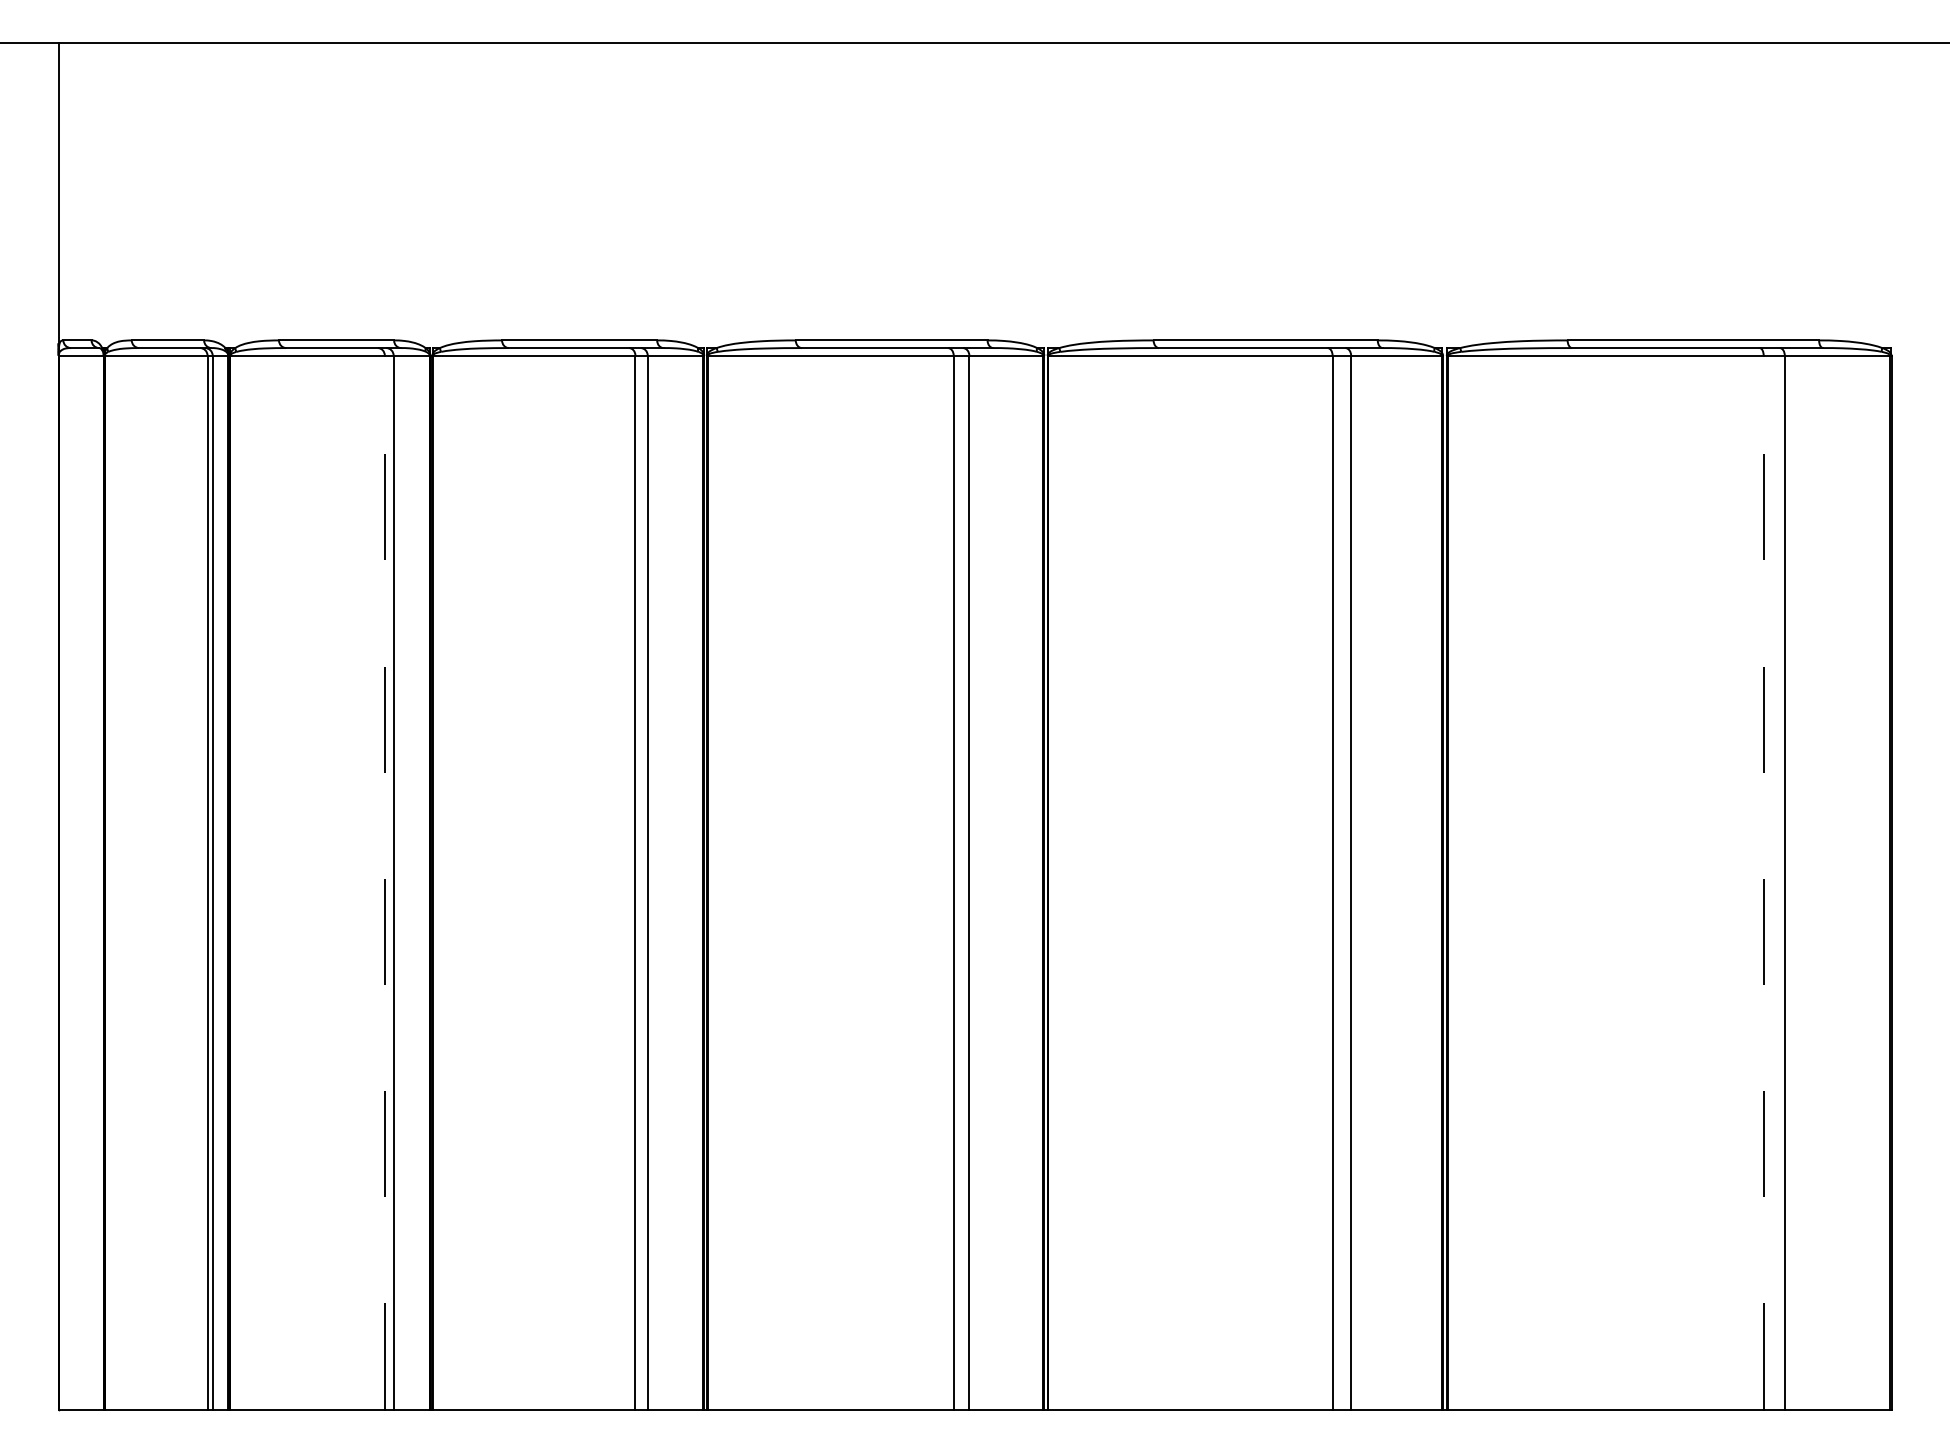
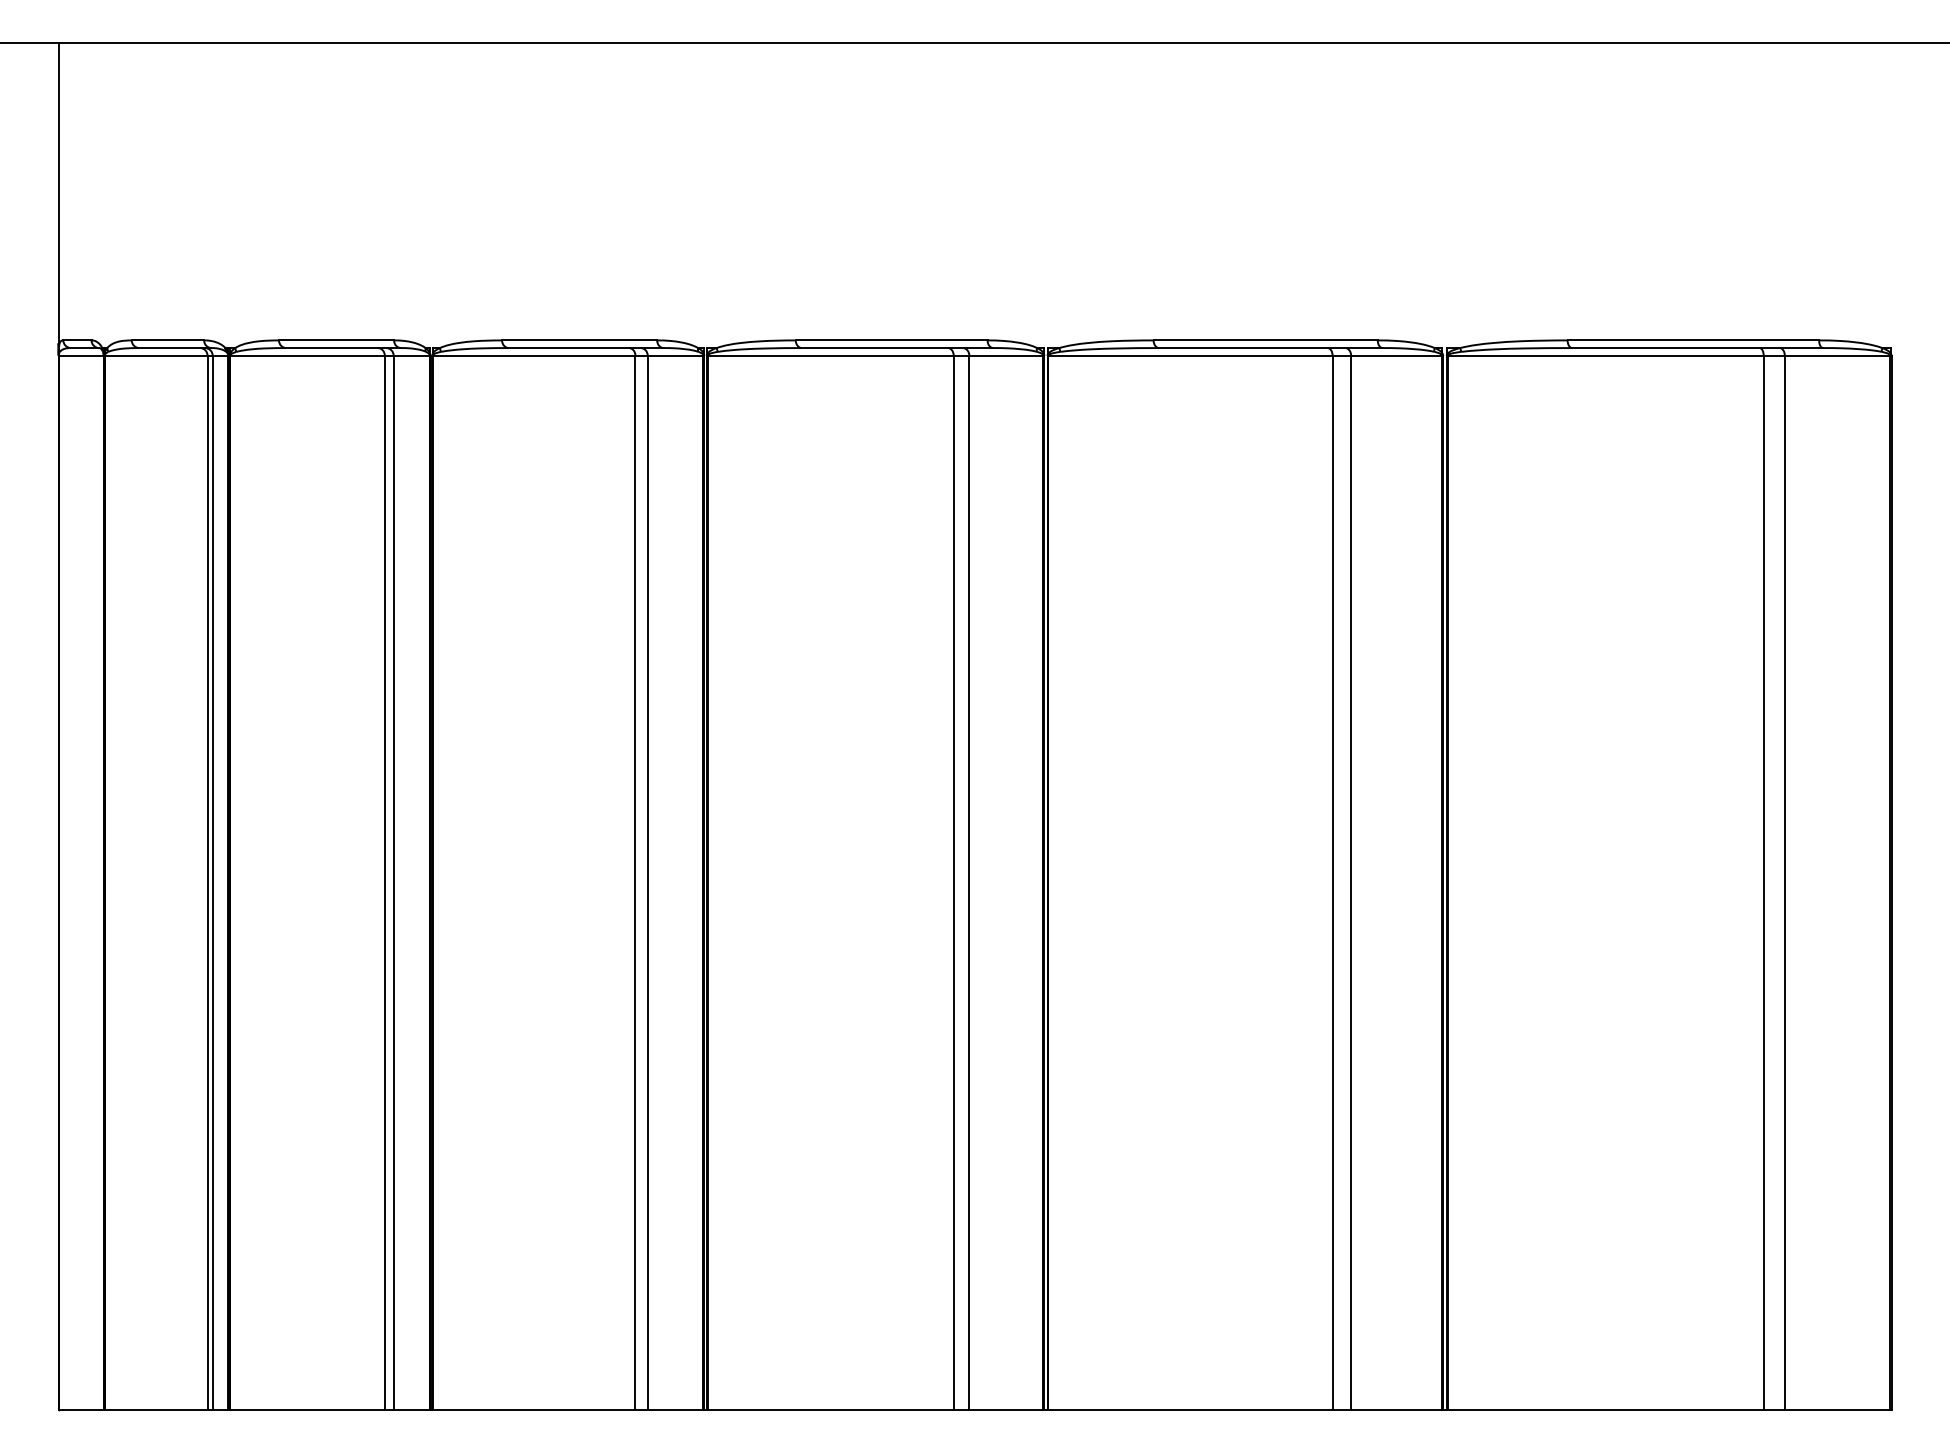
line at (384, 882): dashed -> solid
line at (1763, 882): dashed -> solid
